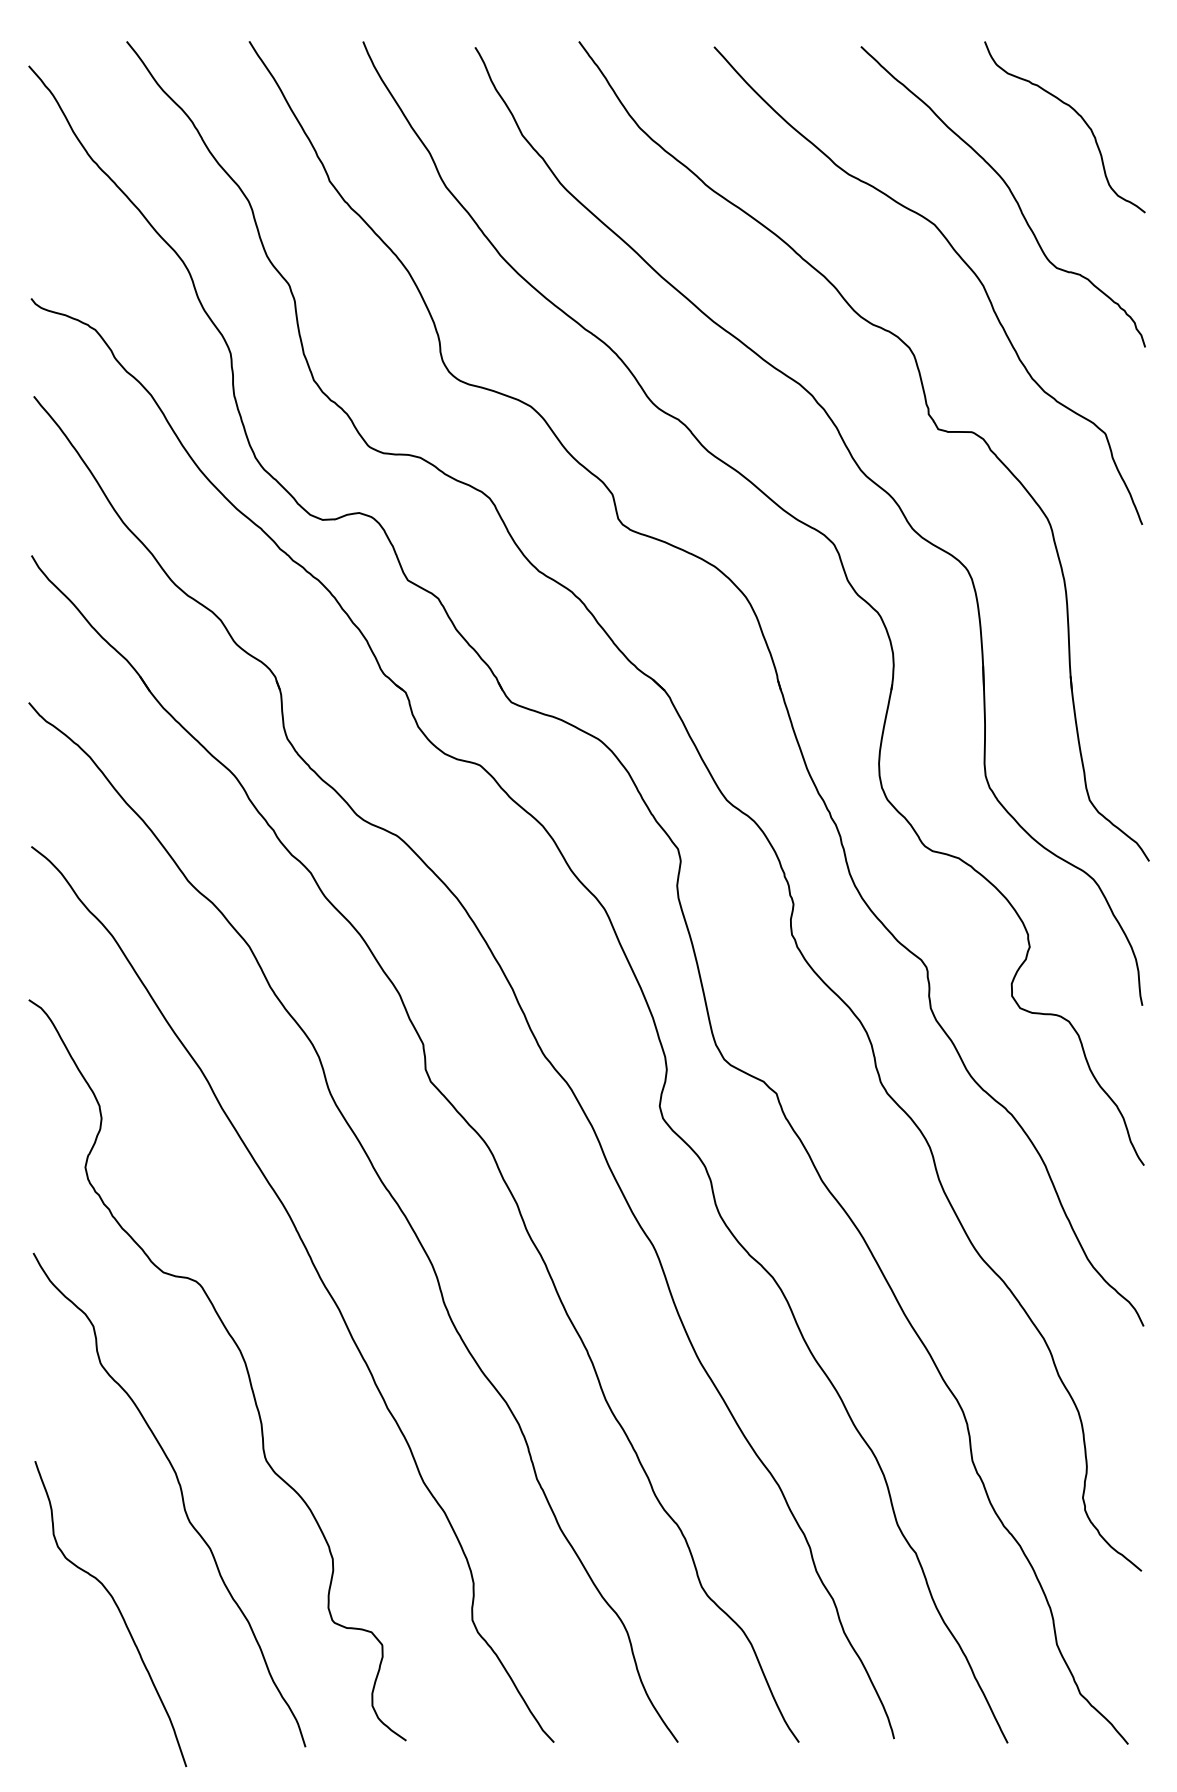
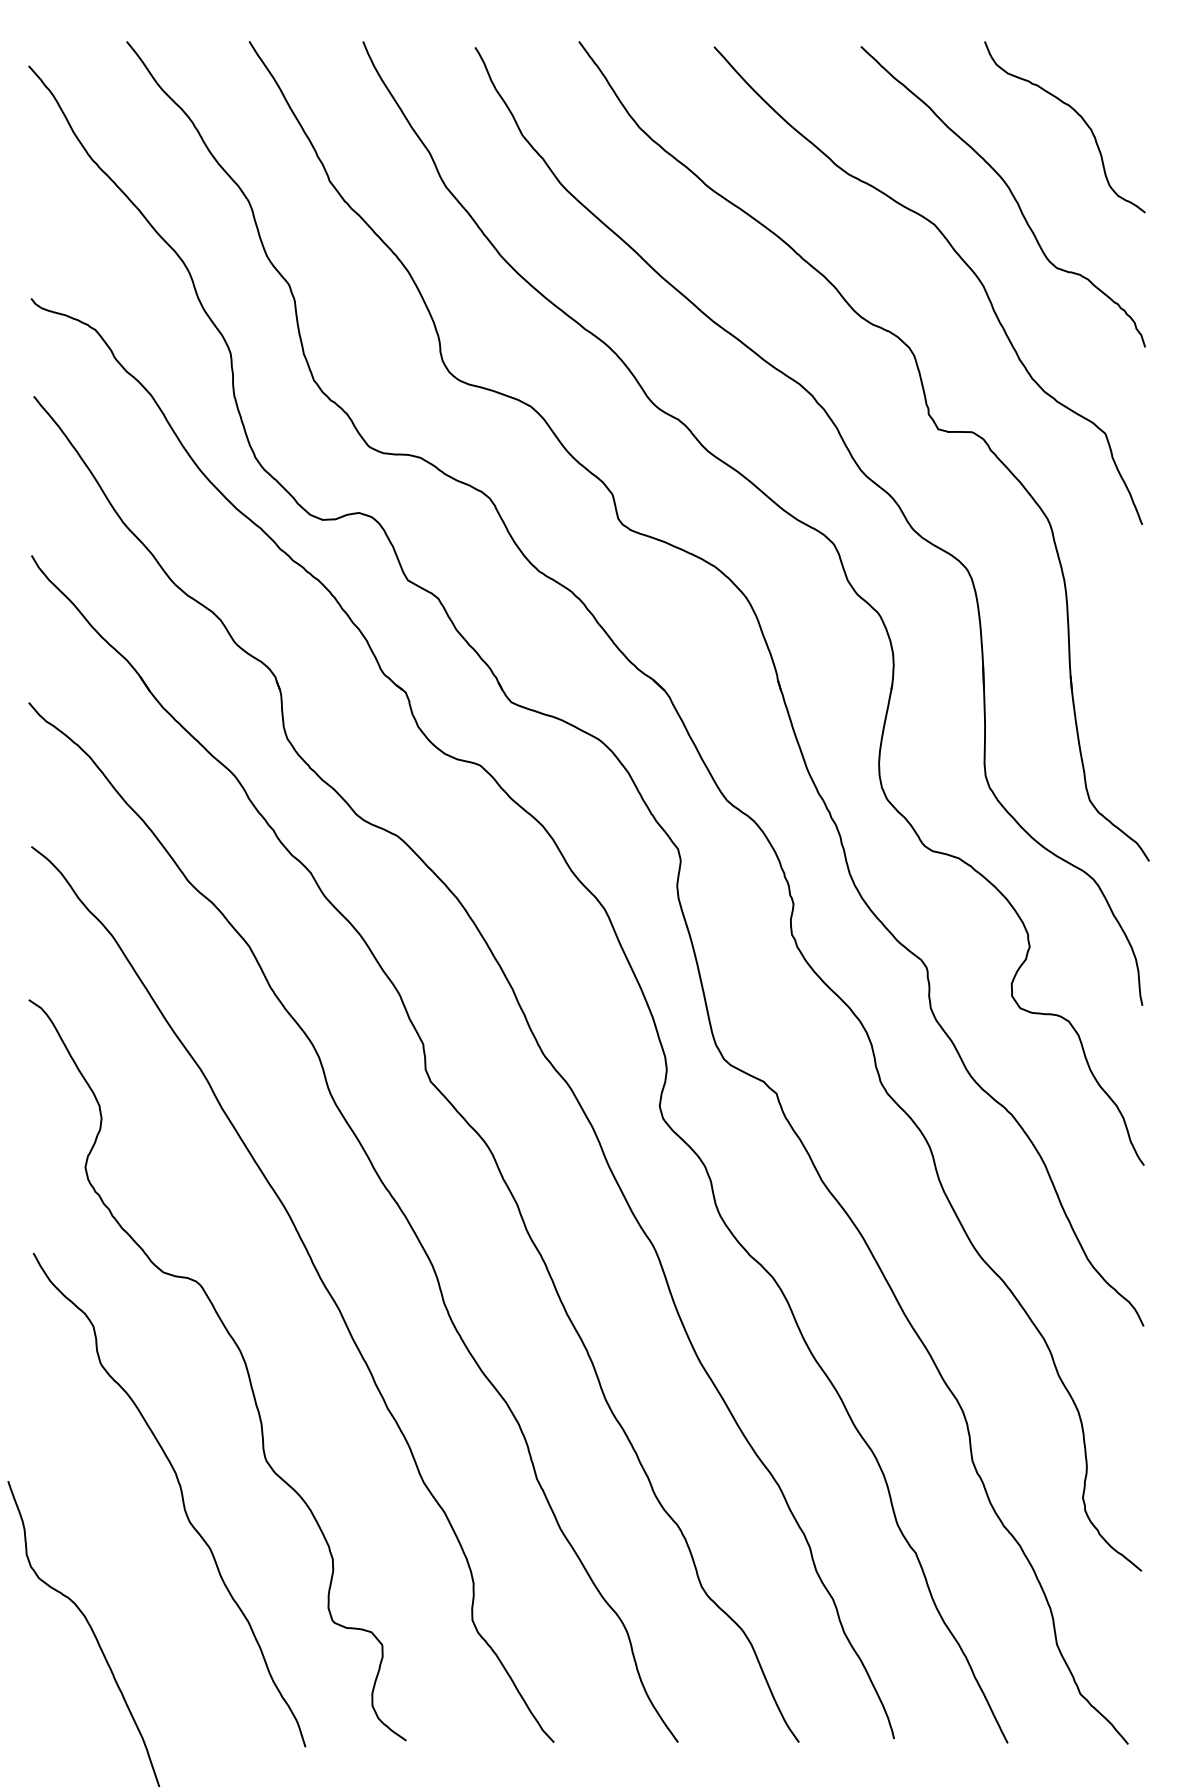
curve at (118, 1611) position: (118, 1611) -> (91, 1631)
